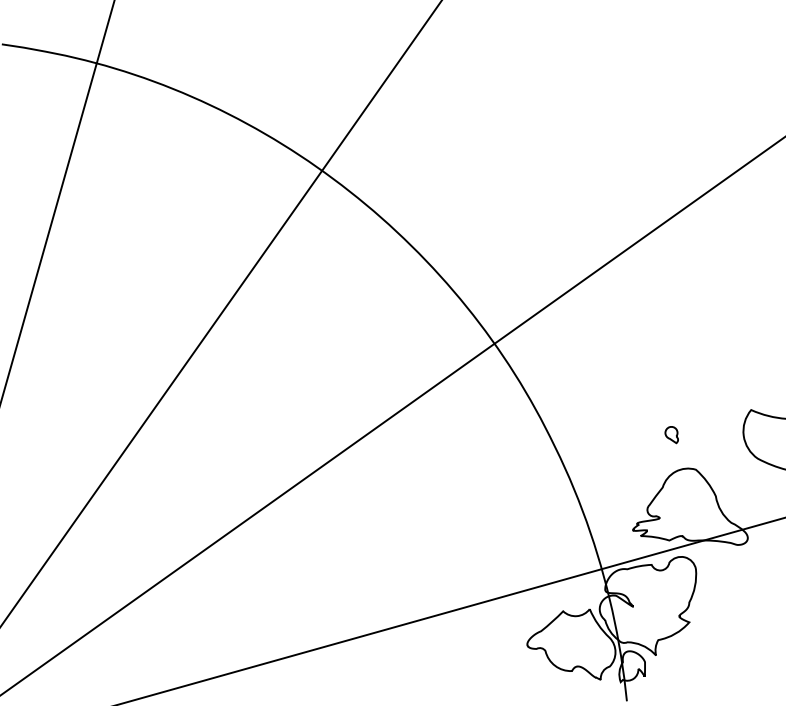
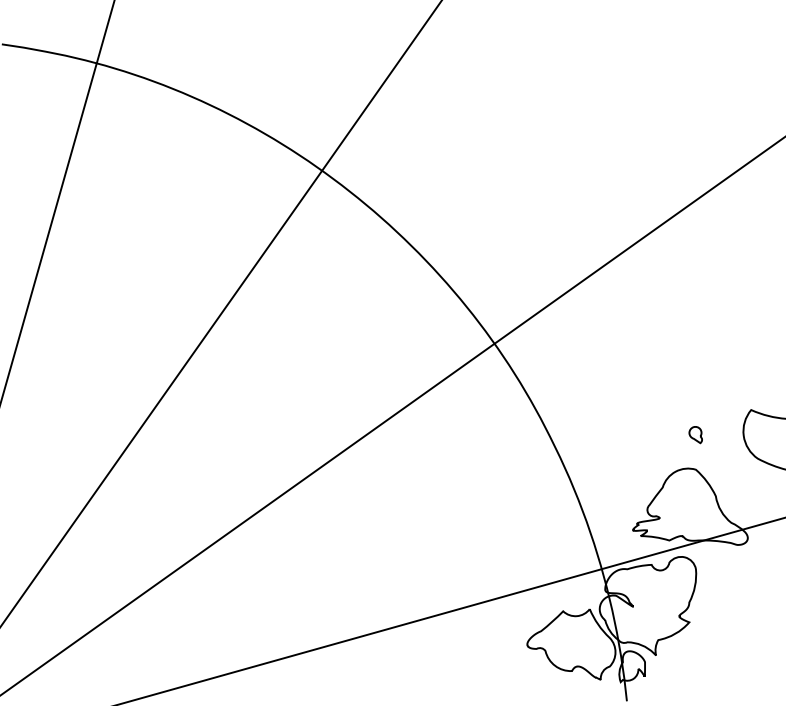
part at (671, 435) position: (671, 435) -> (695, 435)
